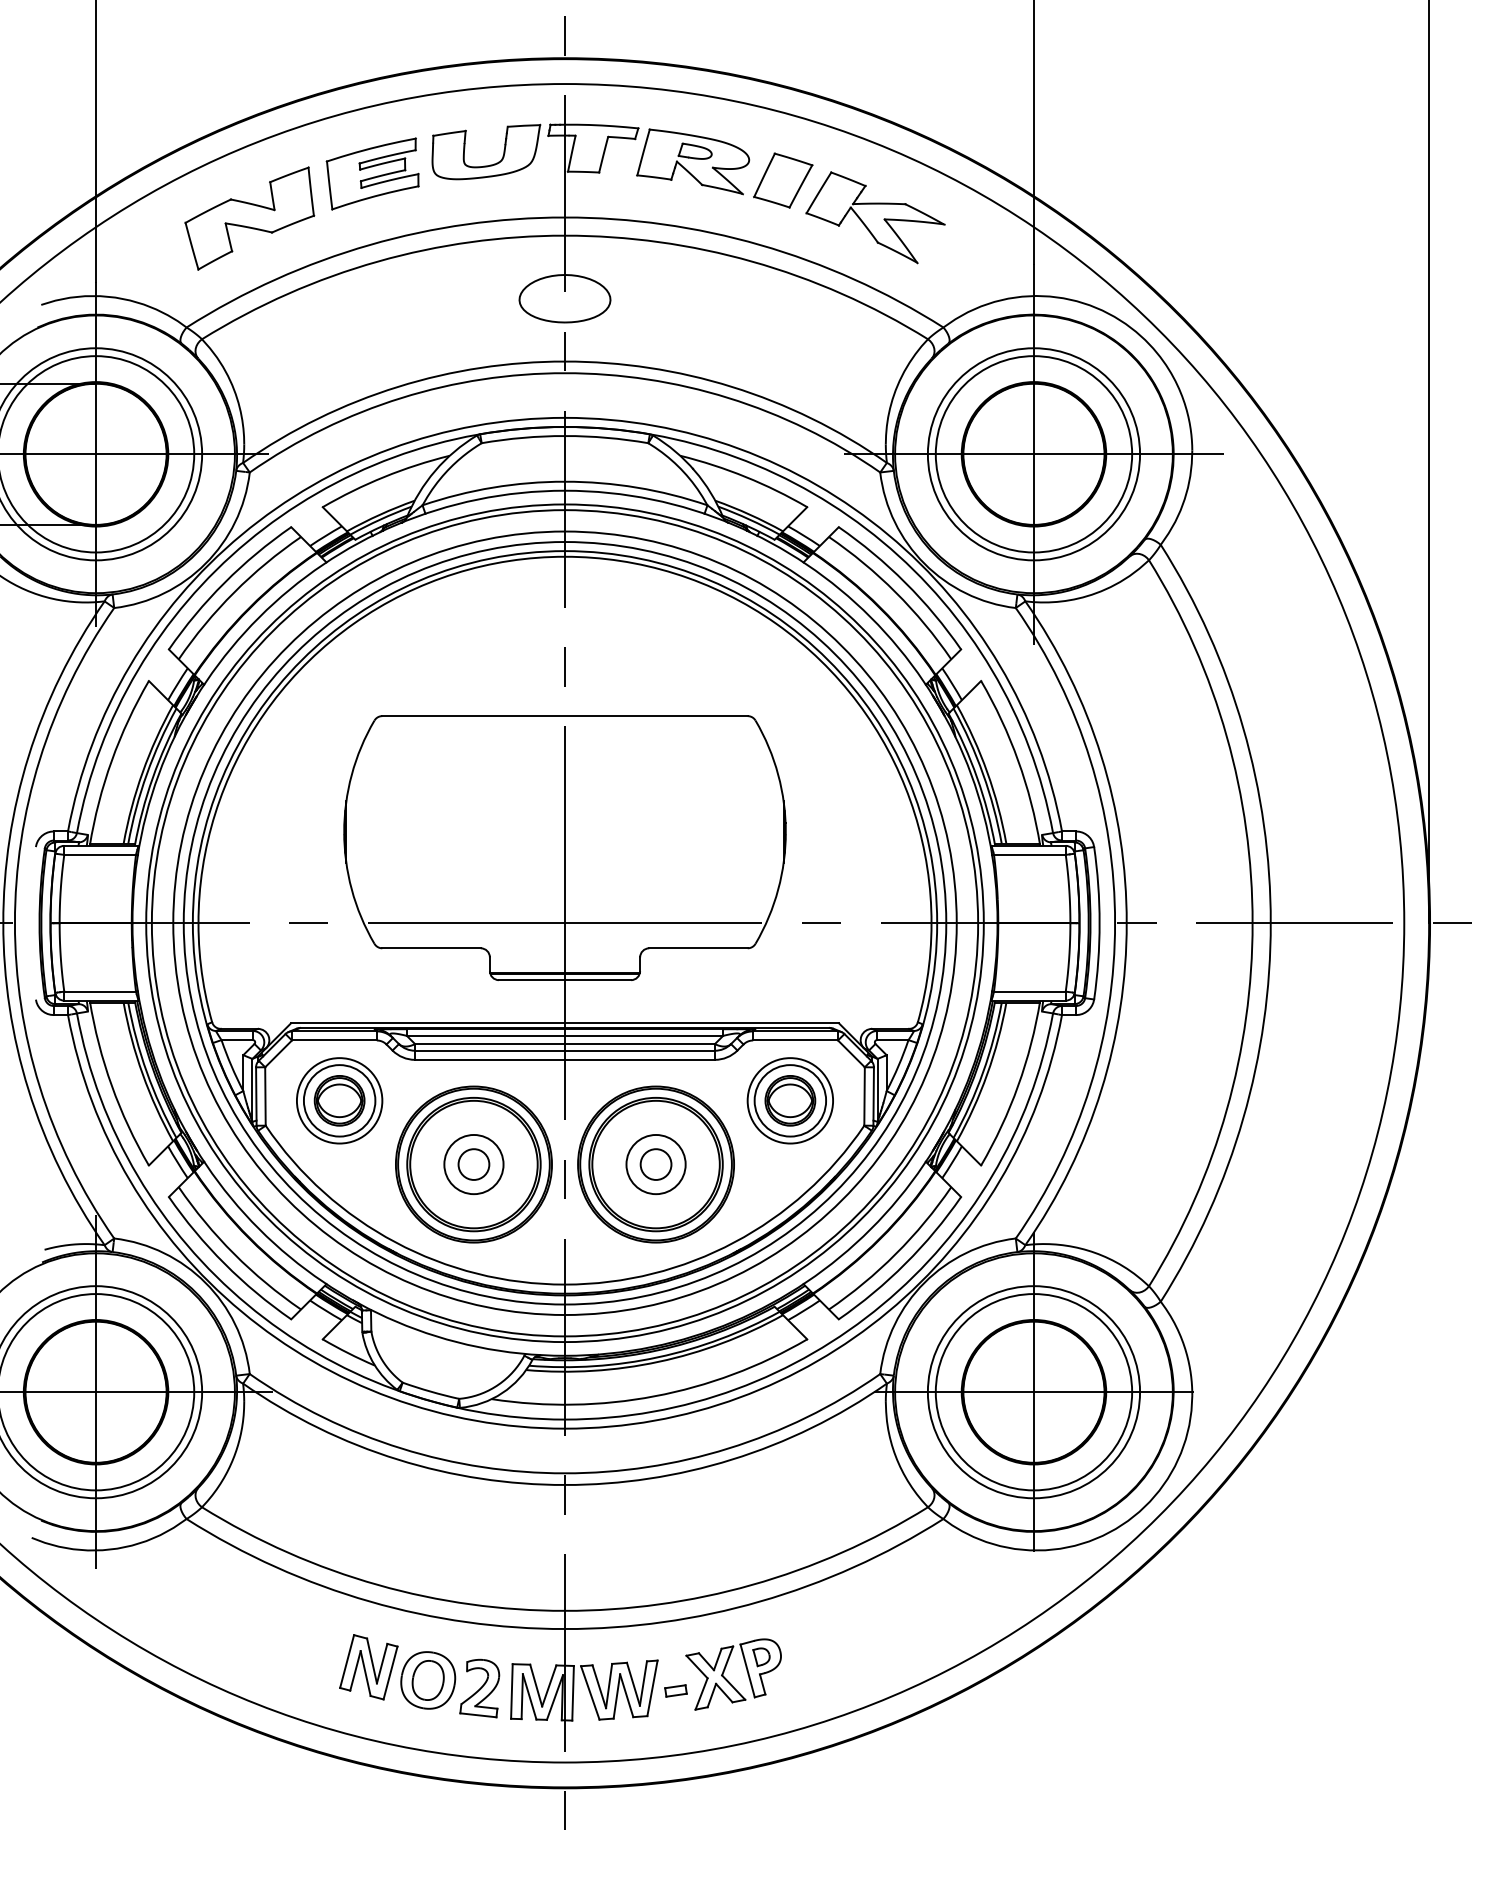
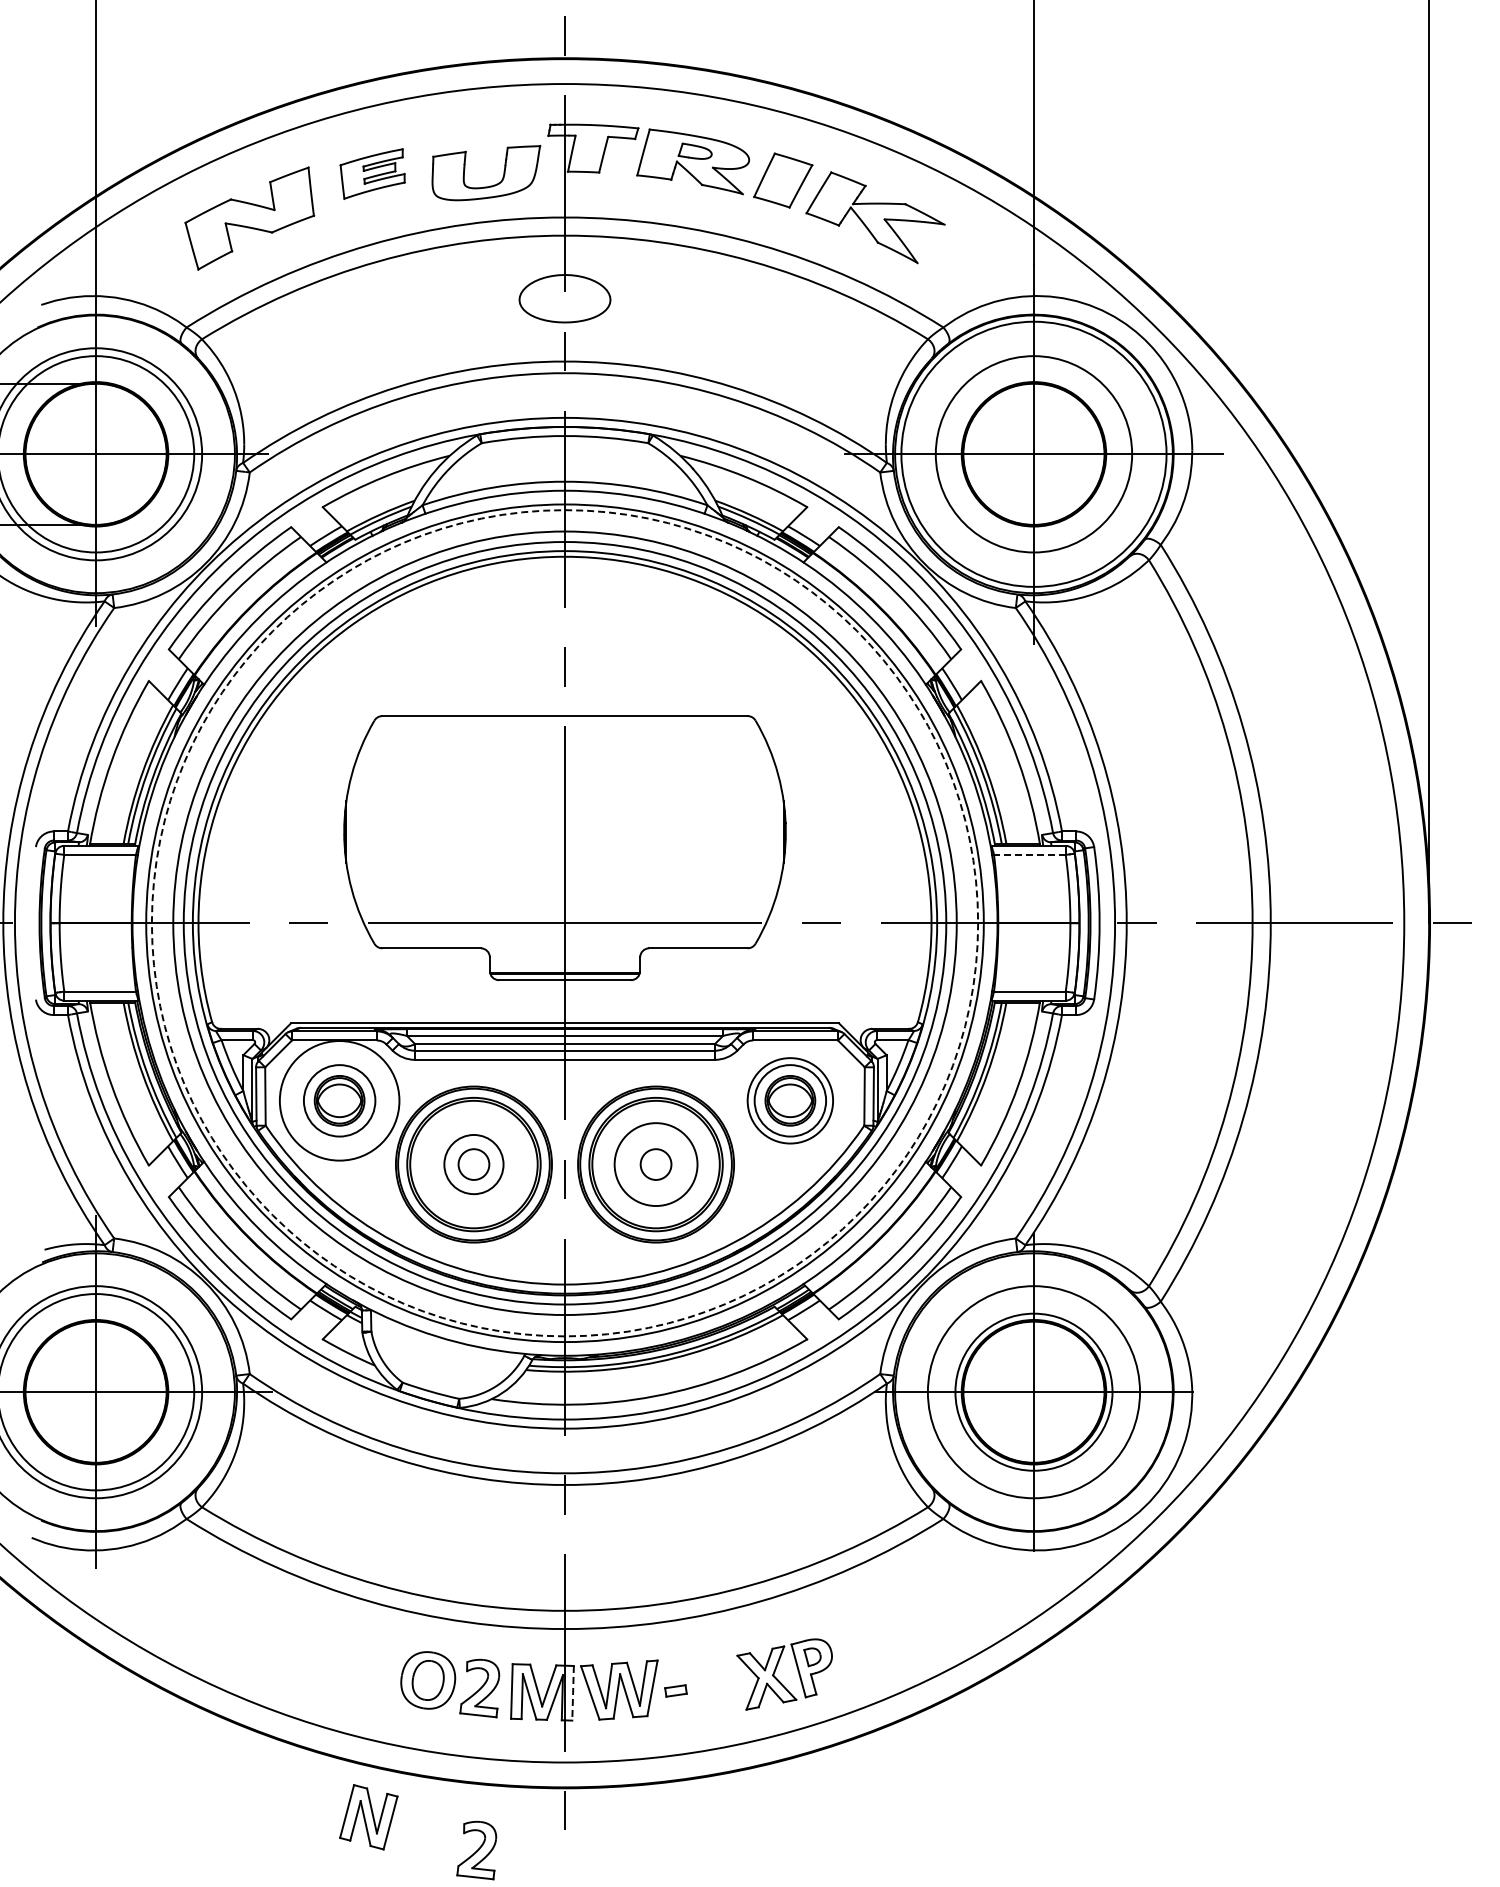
part at (490, 164) position: (490, 164) -> (490, 185)
part at (372, 173) size: 95x74 px -> 67x52 px
circle at (1033, 454) diameter: 212 px -> 265 px
line at (1029, 854): solid -> dashed
circle at (564, 923): solid -> dashed
circle at (339, 1100) diameter: 85 px -> 120 px
circle at (655, 1164) diameter: 59 px -> 83 px
circle at (1033, 1392) diameter: 196 px -> 157 px
part at (368, 1667) position: (368, 1667) -> (368, 1817)
part at (727, 1679) position: (727, 1679) -> (778, 1679)
line at (573, 1693): solid -> dashed
part at (476, 1850): none -> present
